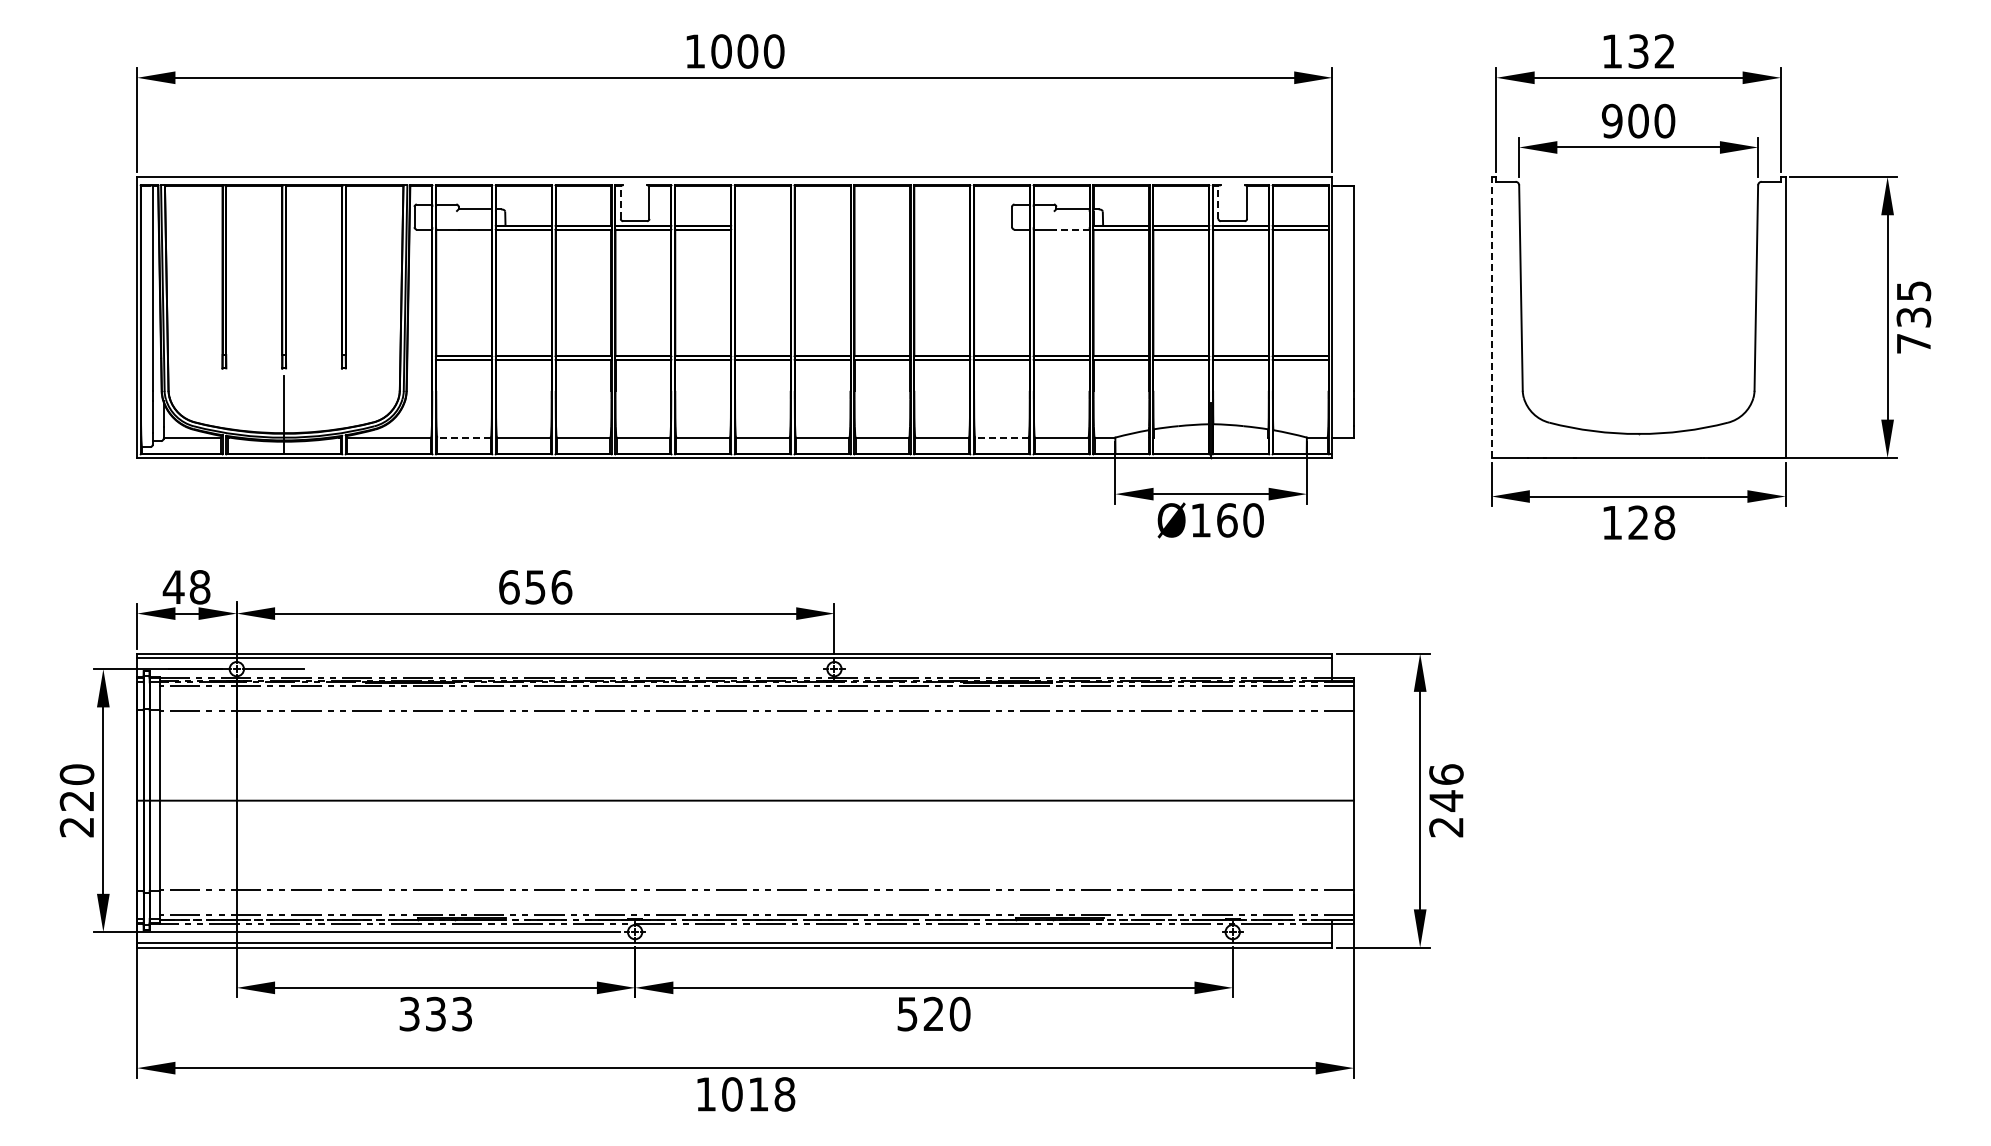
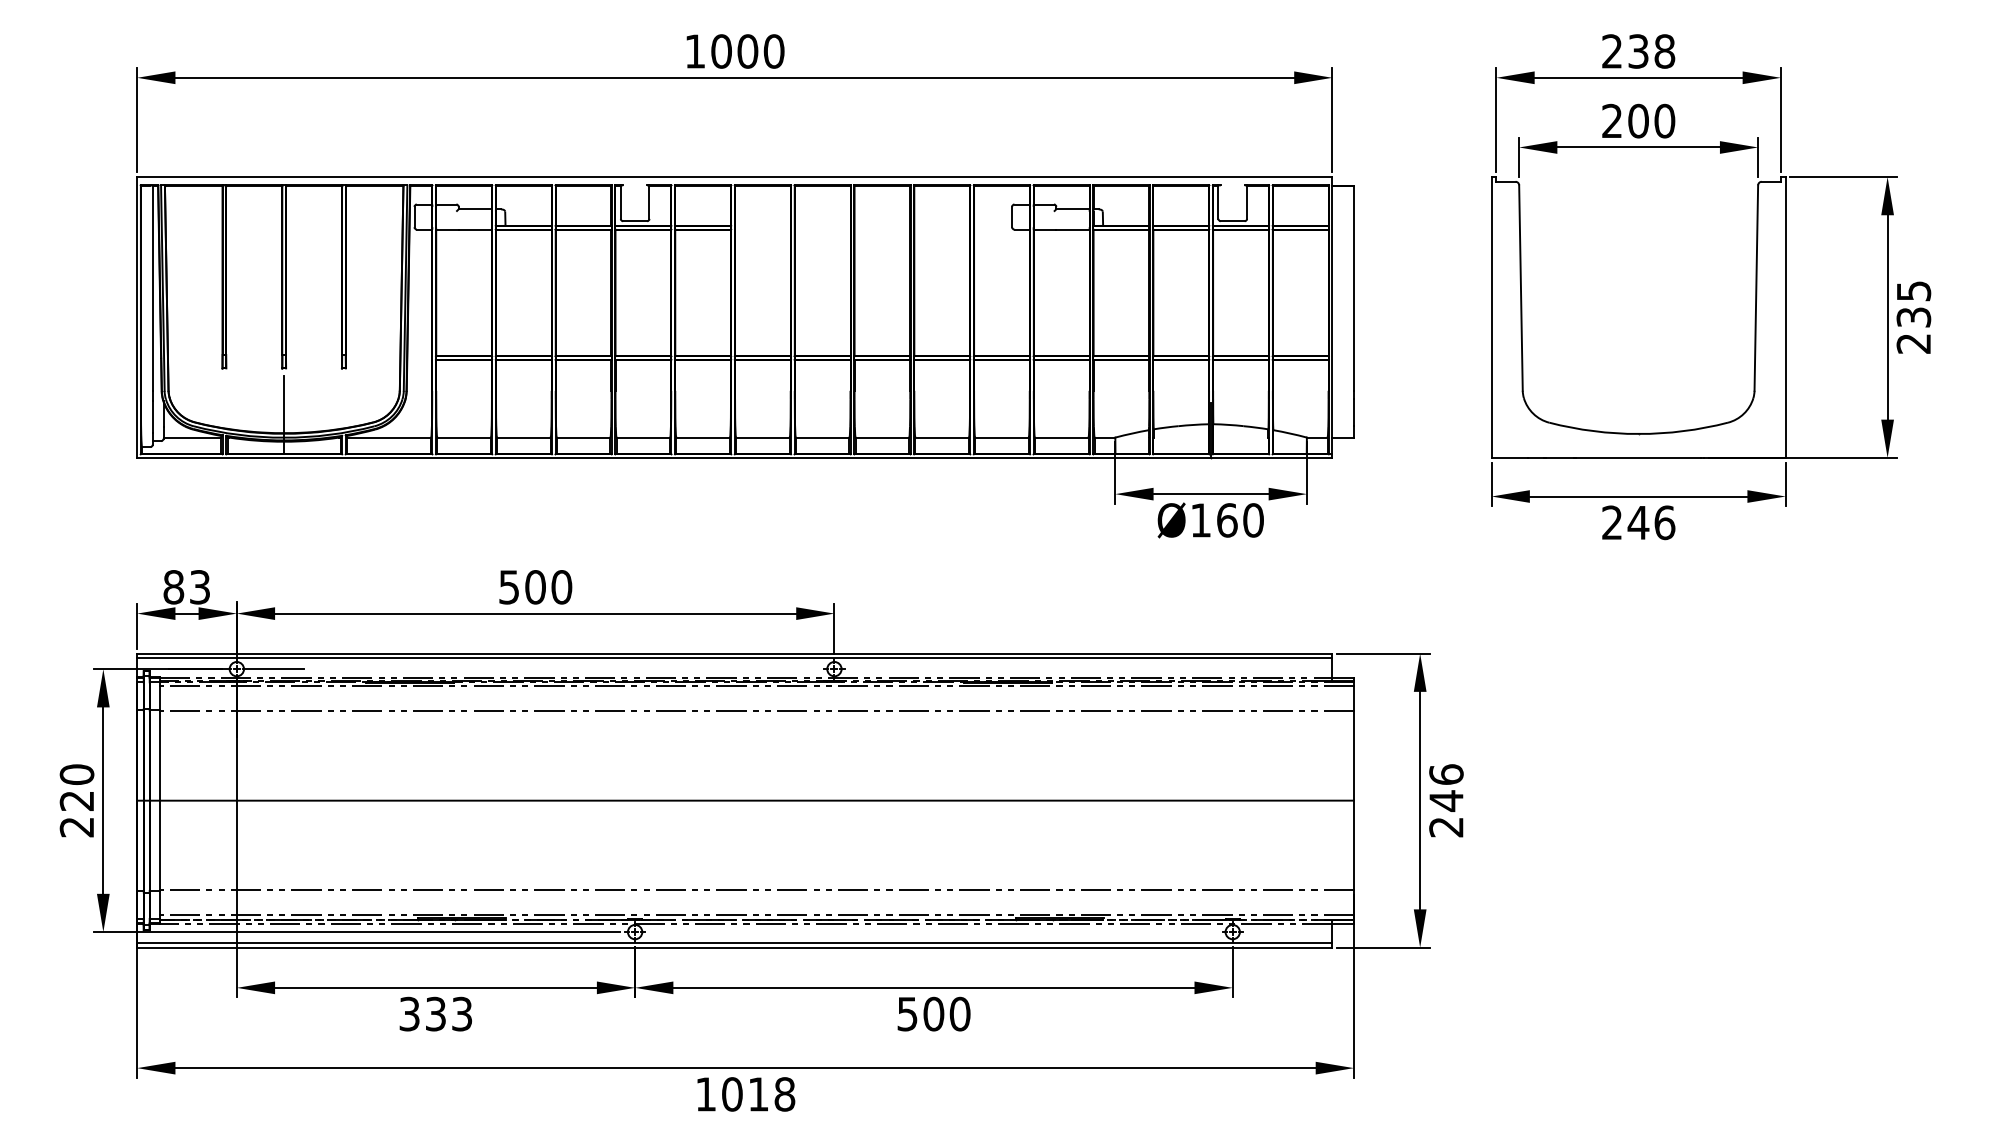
text at (1638, 51): 132 -> 238
text at (1611, 121): 900 -> 200
line at (620, 202): dashed -> solid
line at (1218, 202): dashed -> solid
line at (1072, 229): dashed -> solid
line at (1491, 316): dashed -> solid
text at (1913, 343): 735 -> 235
line at (464, 437): dashed -> solid
line at (1001, 437): dashed -> solid
text at (1638, 522): 128 -> 246
text at (186, 587): 48 -> 83
text at (535, 587): 656 -> 500
text at (933, 1013): 520 -> 500
